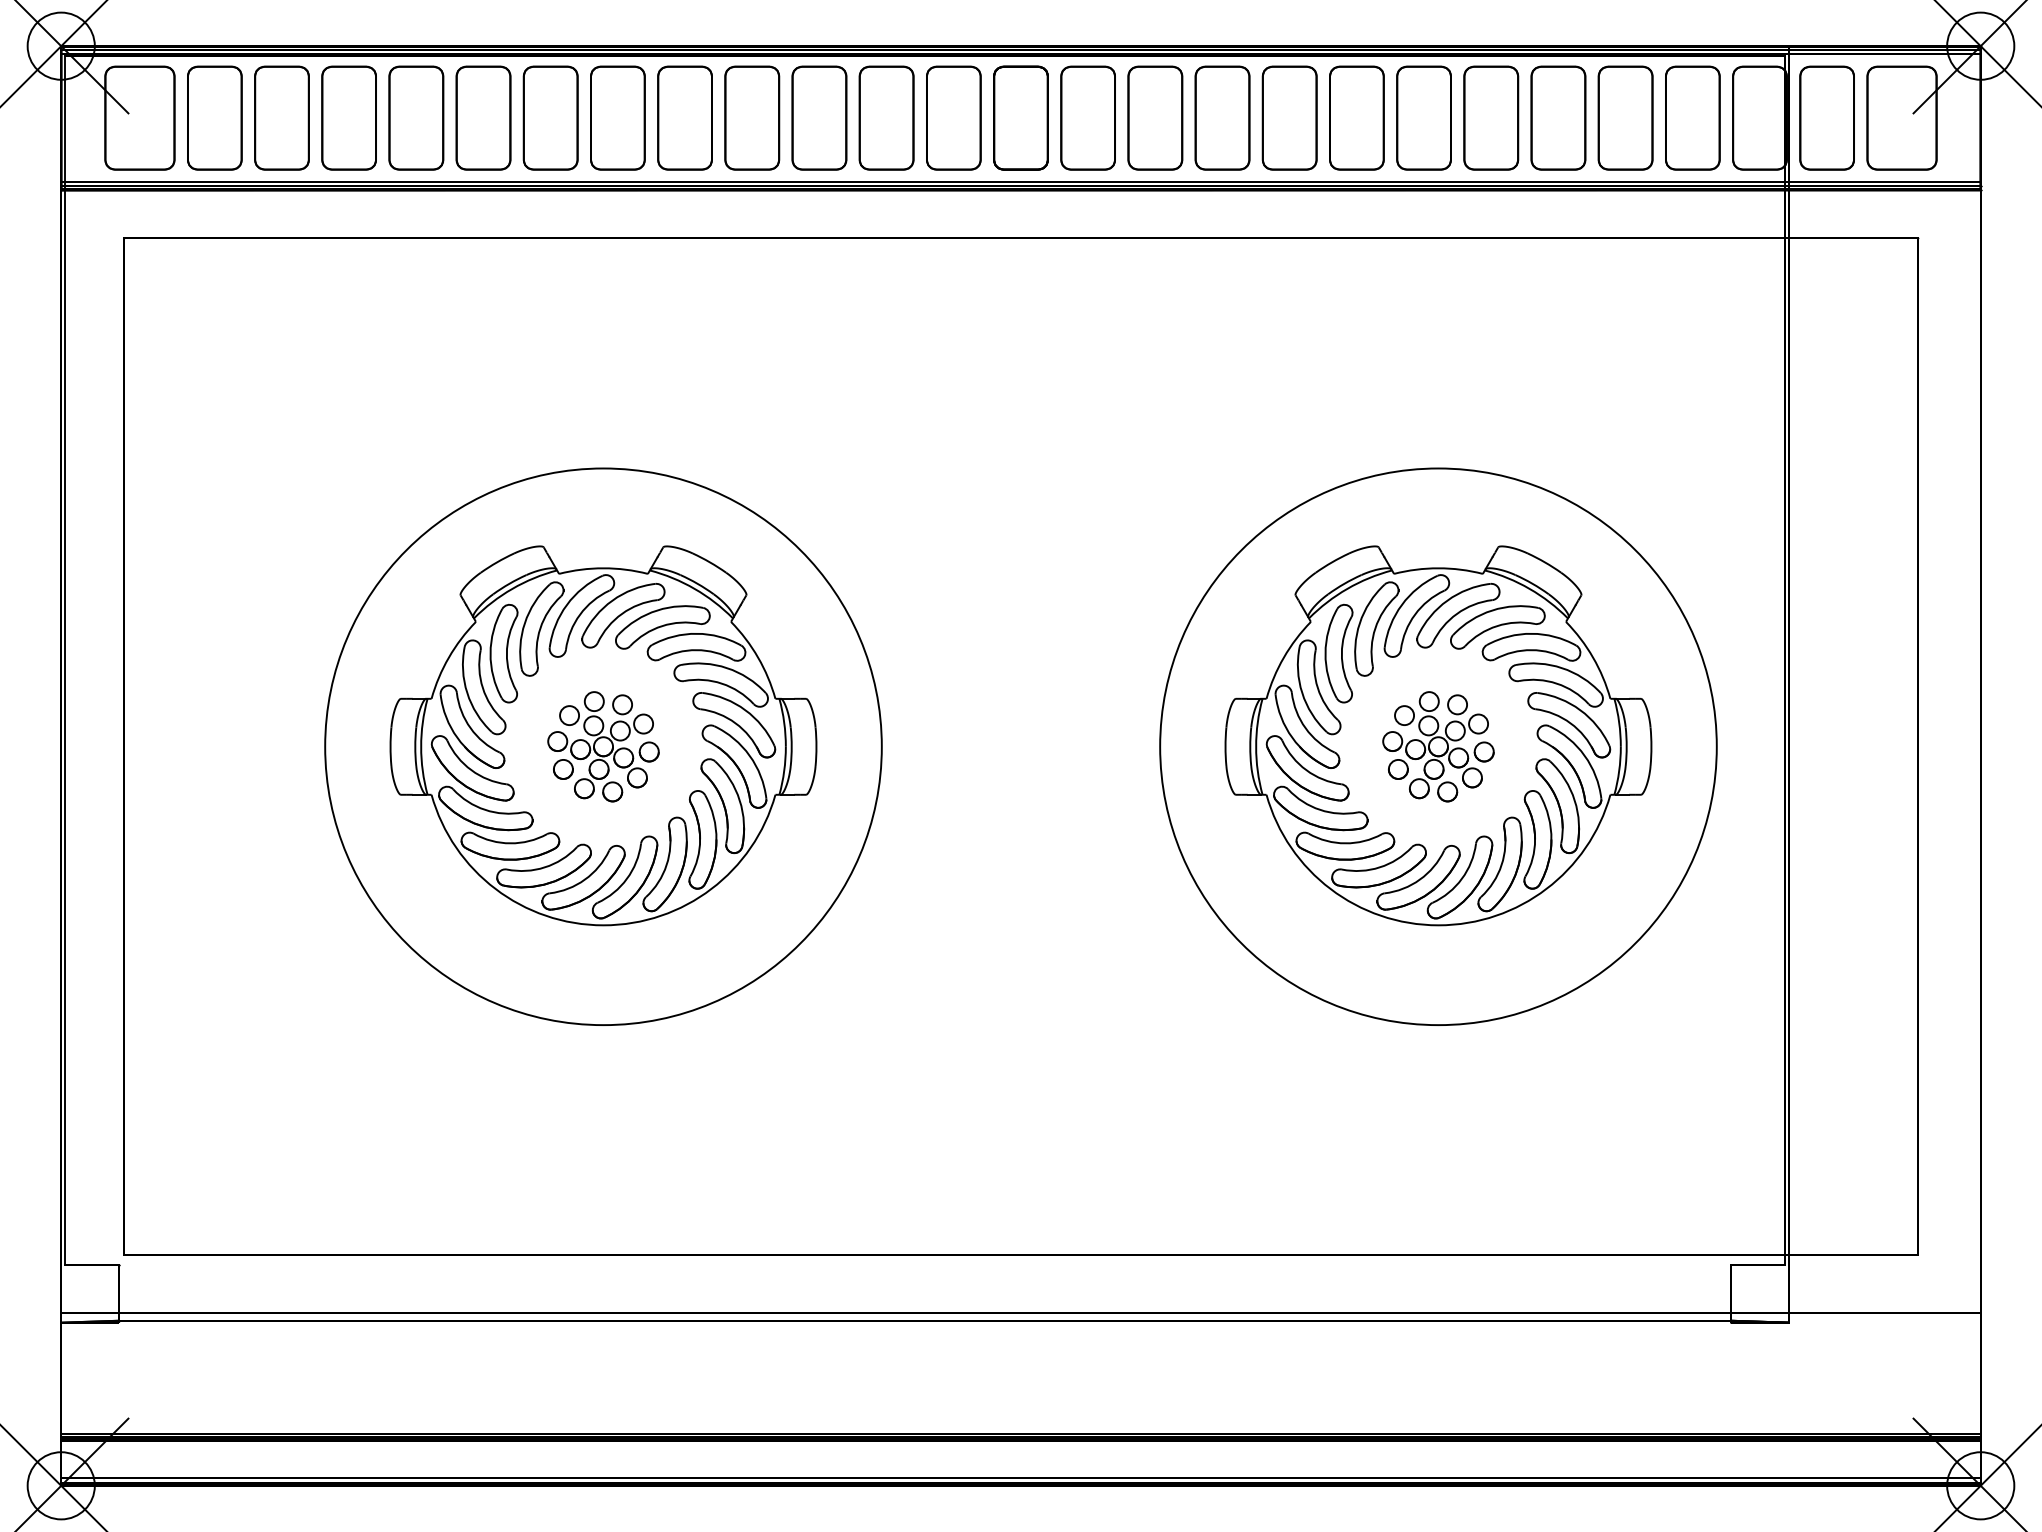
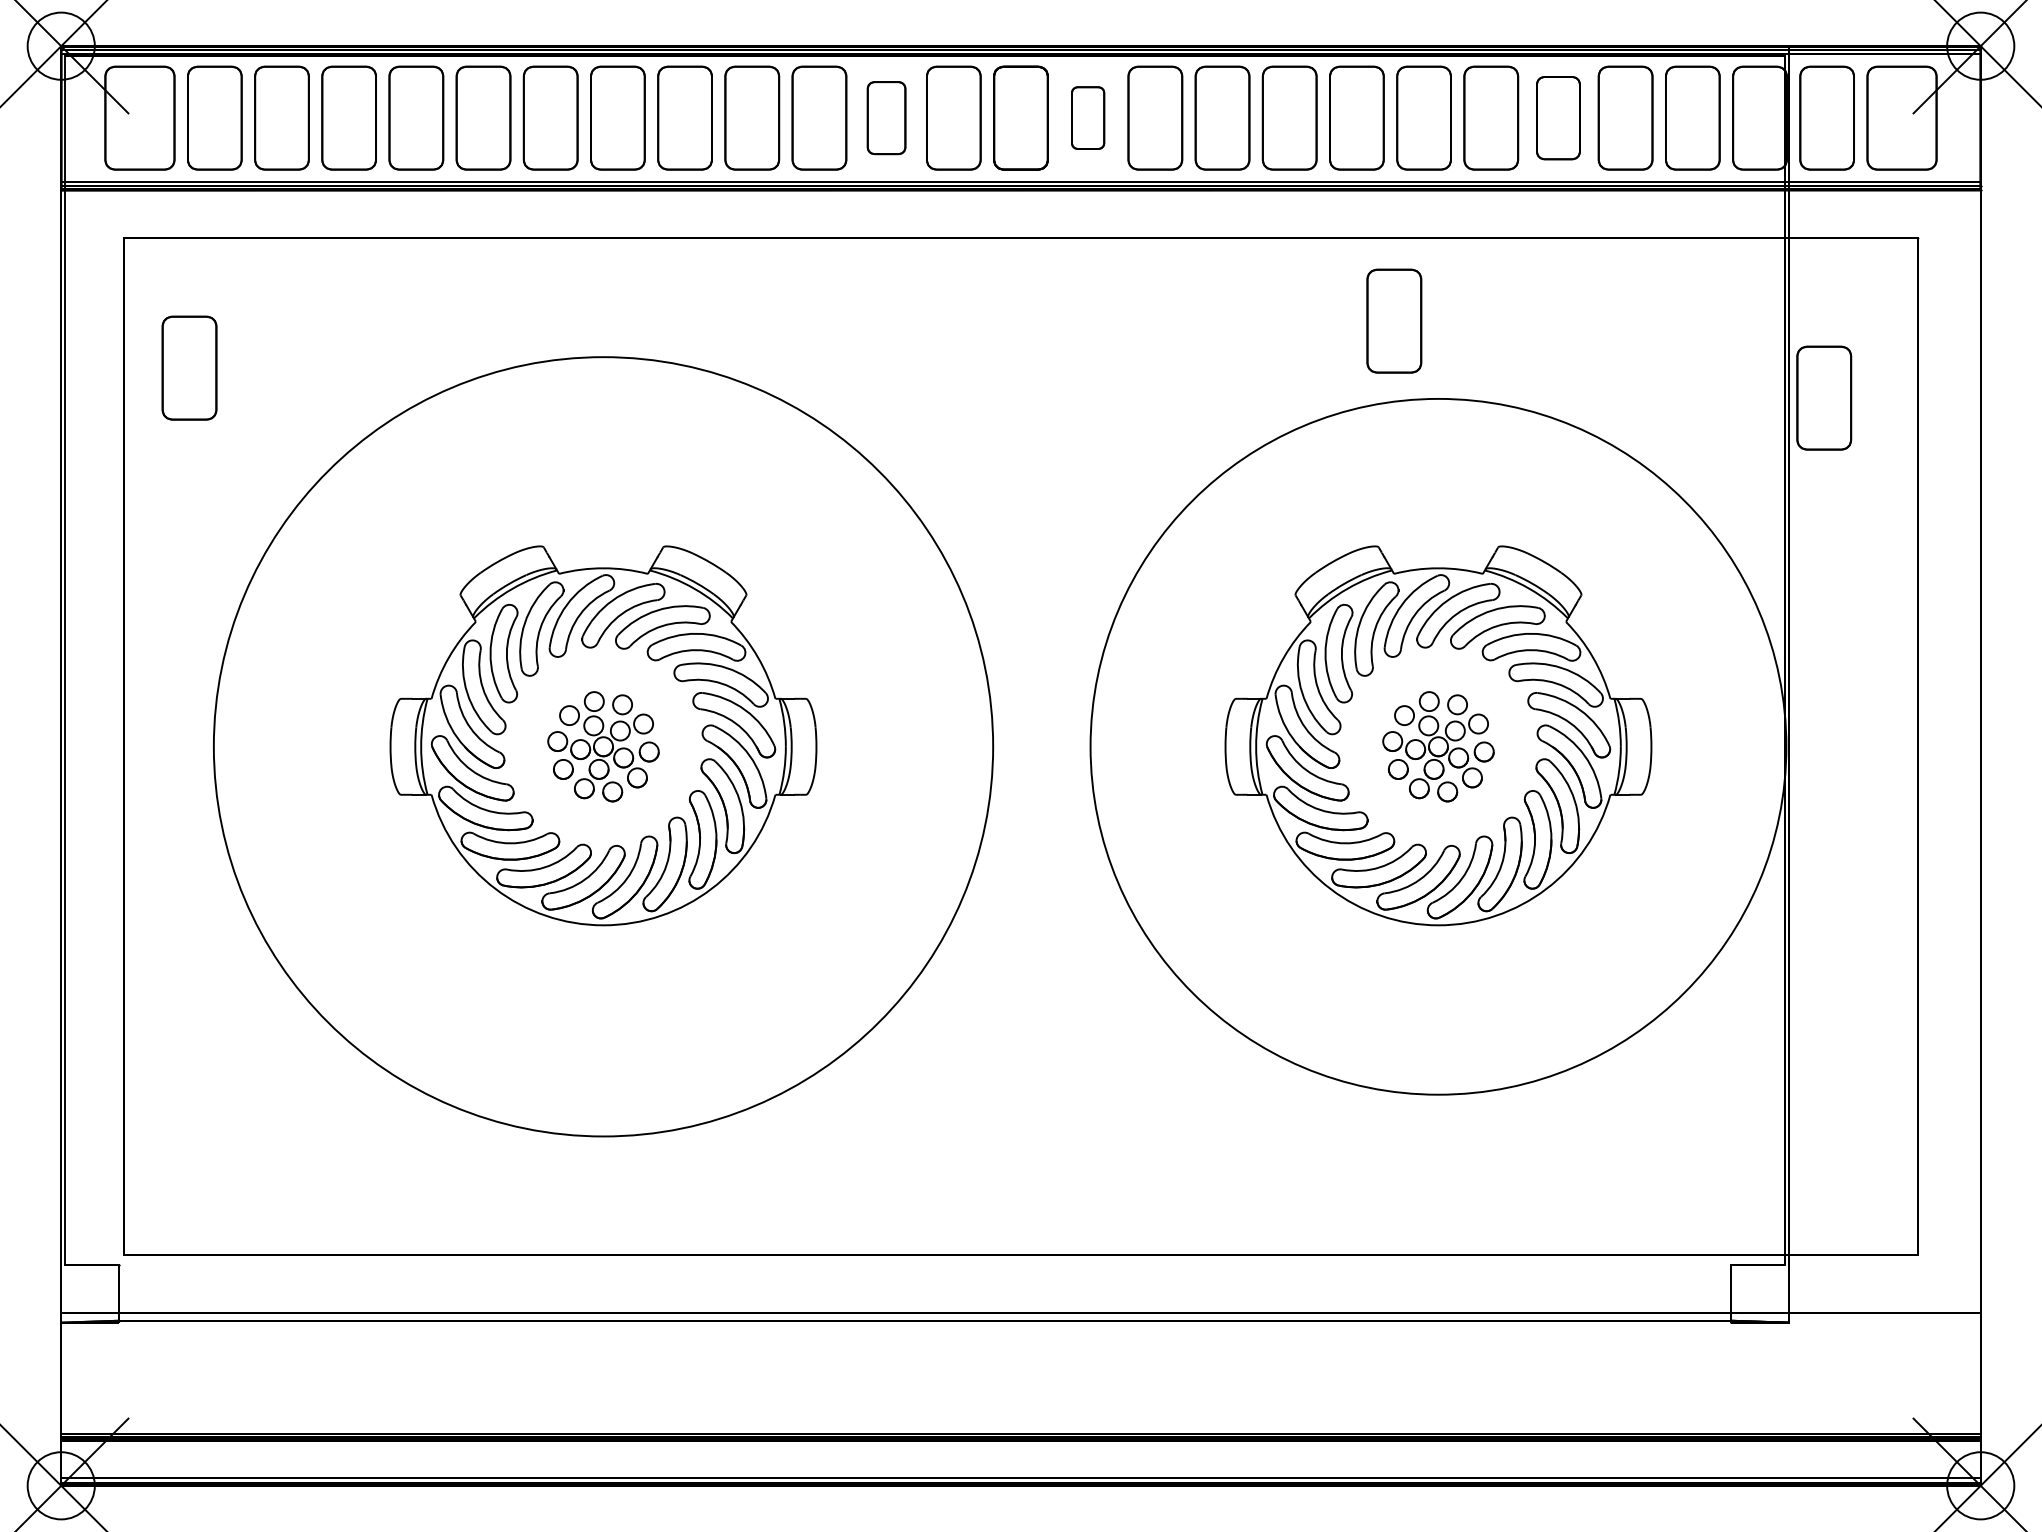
part at (886, 117) size: 57x106 px -> 41x75 px
part at (1087, 117) size: 56x106 px -> 35x64 px
part at (1558, 117) size: 57x106 px -> 45x85 px
part at (1394, 320): none -> present
part at (189, 367): none -> present
part at (1824, 397): none -> present
circle at (603, 746) diameter: 557 px -> 779 px
circle at (1438, 746) diameter: 557 px -> 696 px
